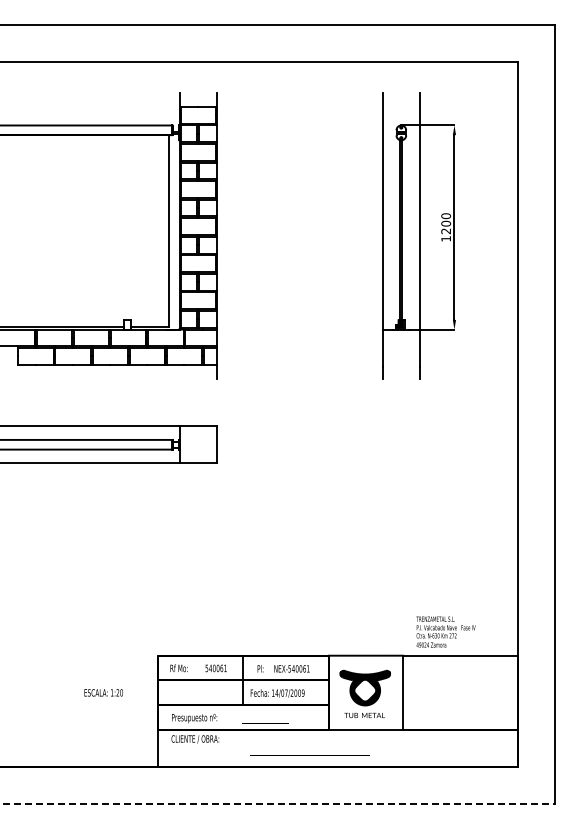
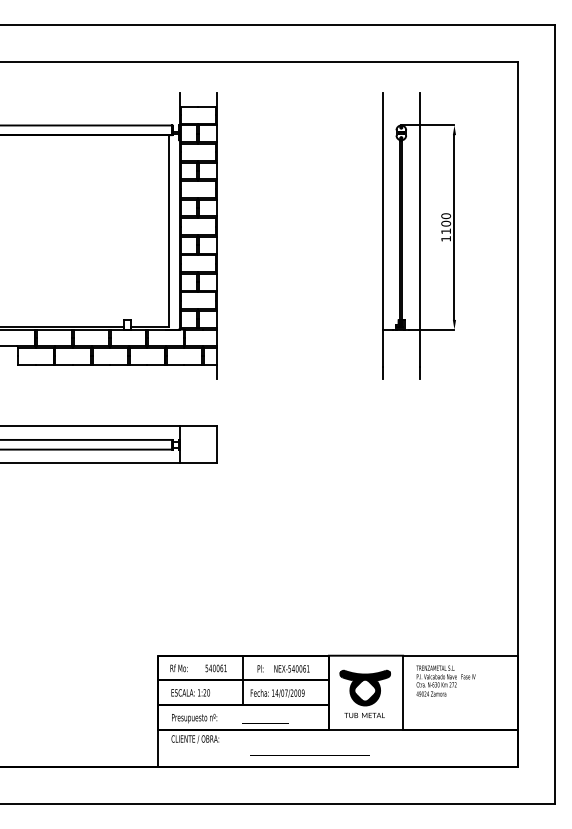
text at (445, 231): 1200 -> 1100
text at (445, 631) position: (445, 631) -> (445, 680)
text at (103, 692) position: (103, 692) -> (190, 692)
line at (278, 804): dashed -> solid
